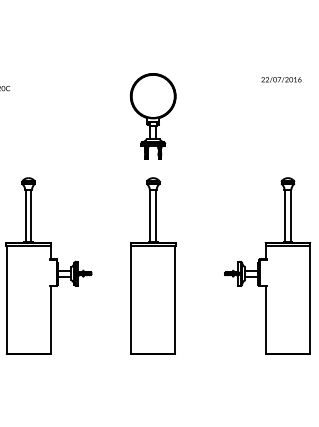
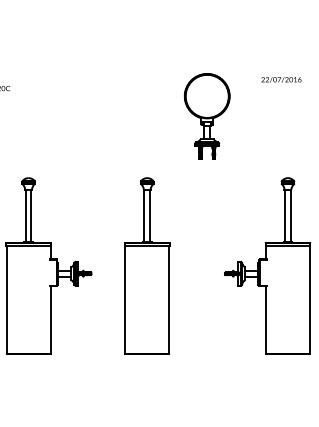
part at (153, 116) position: (153, 116) -> (207, 116)
part at (153, 265) position: (153, 265) -> (147, 265)
